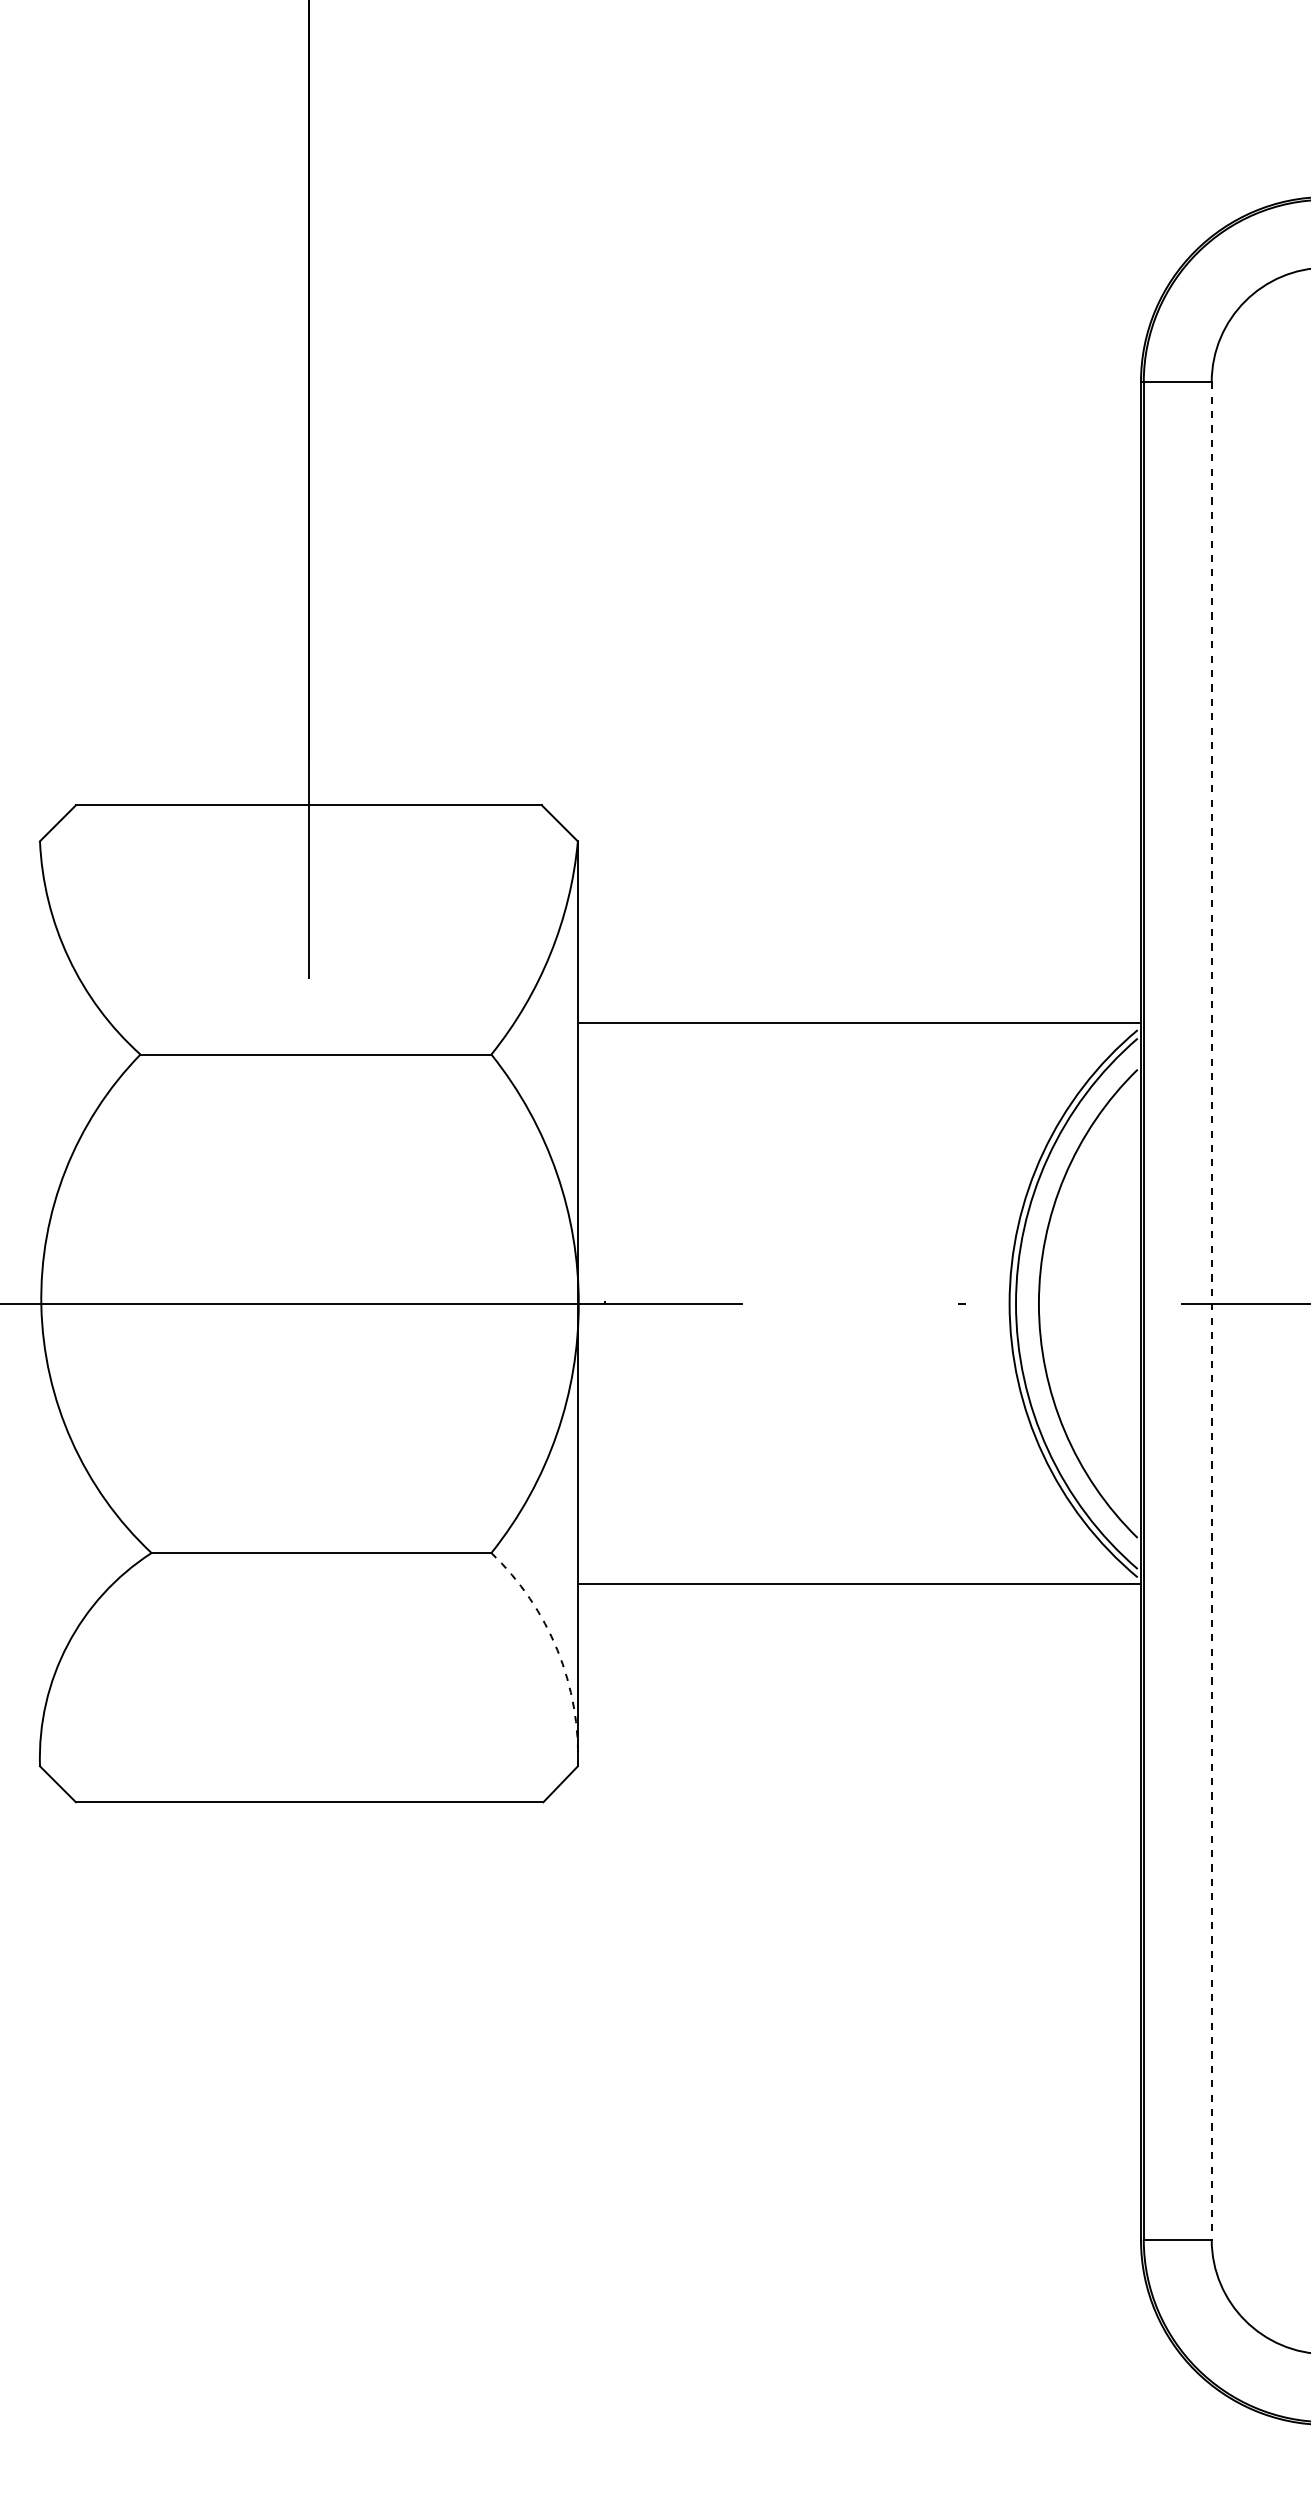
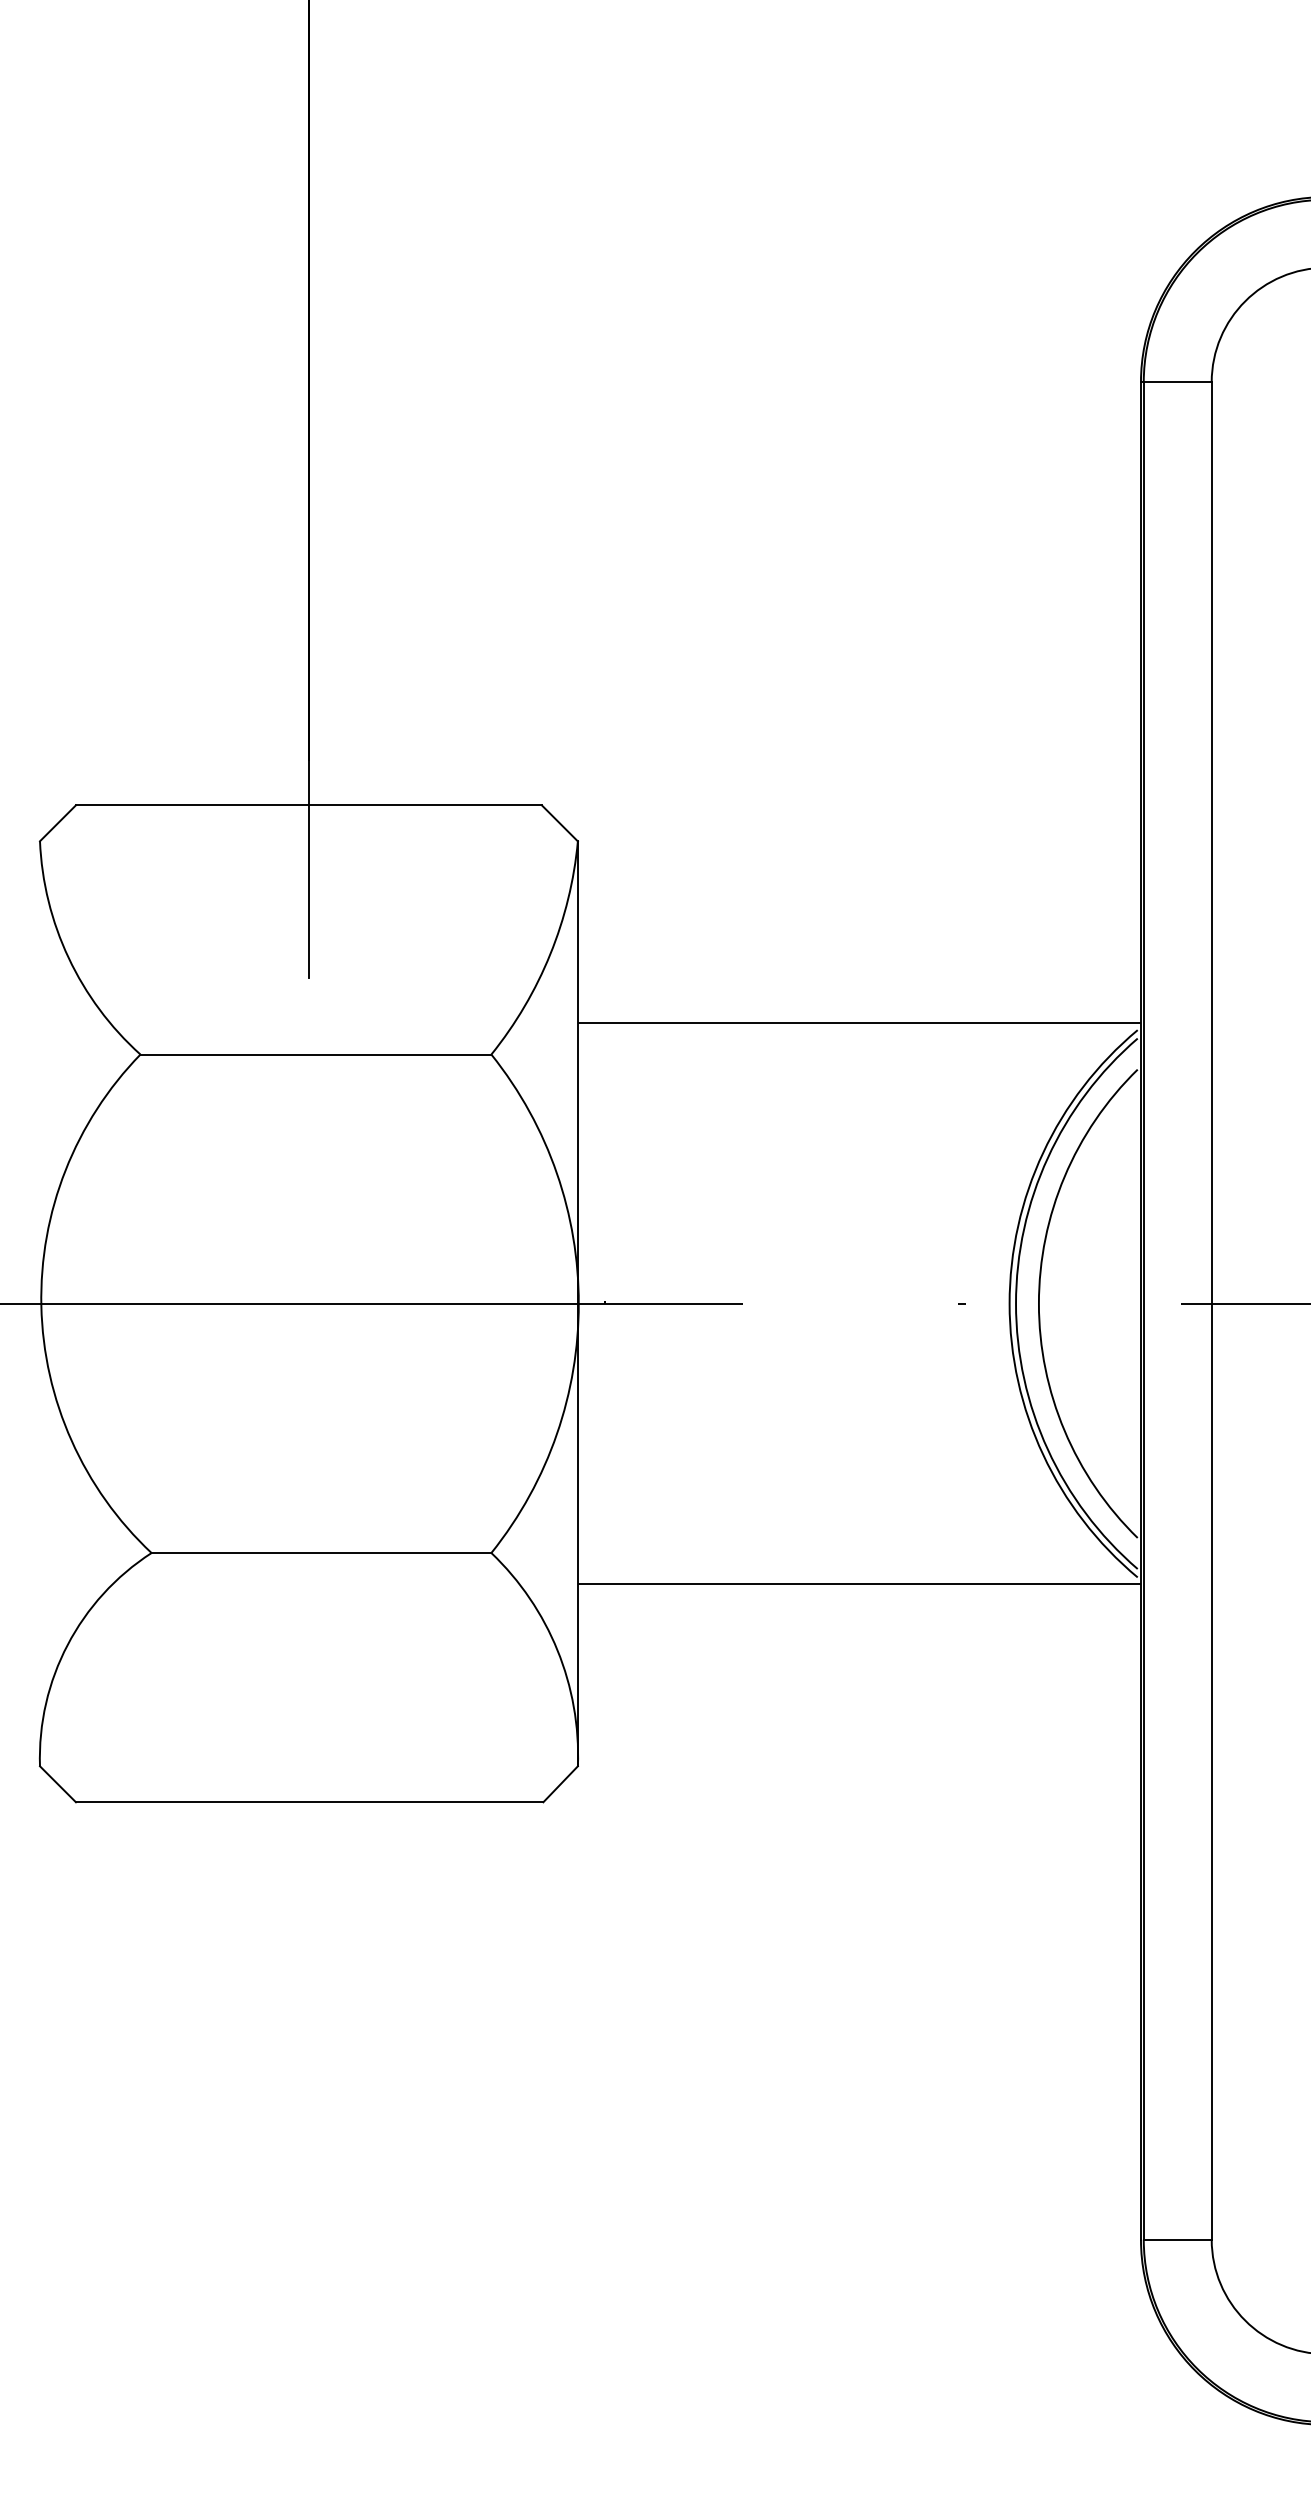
line at (1211, 1310): dashed -> solid
arc at (557, 1650): dashed -> solid
